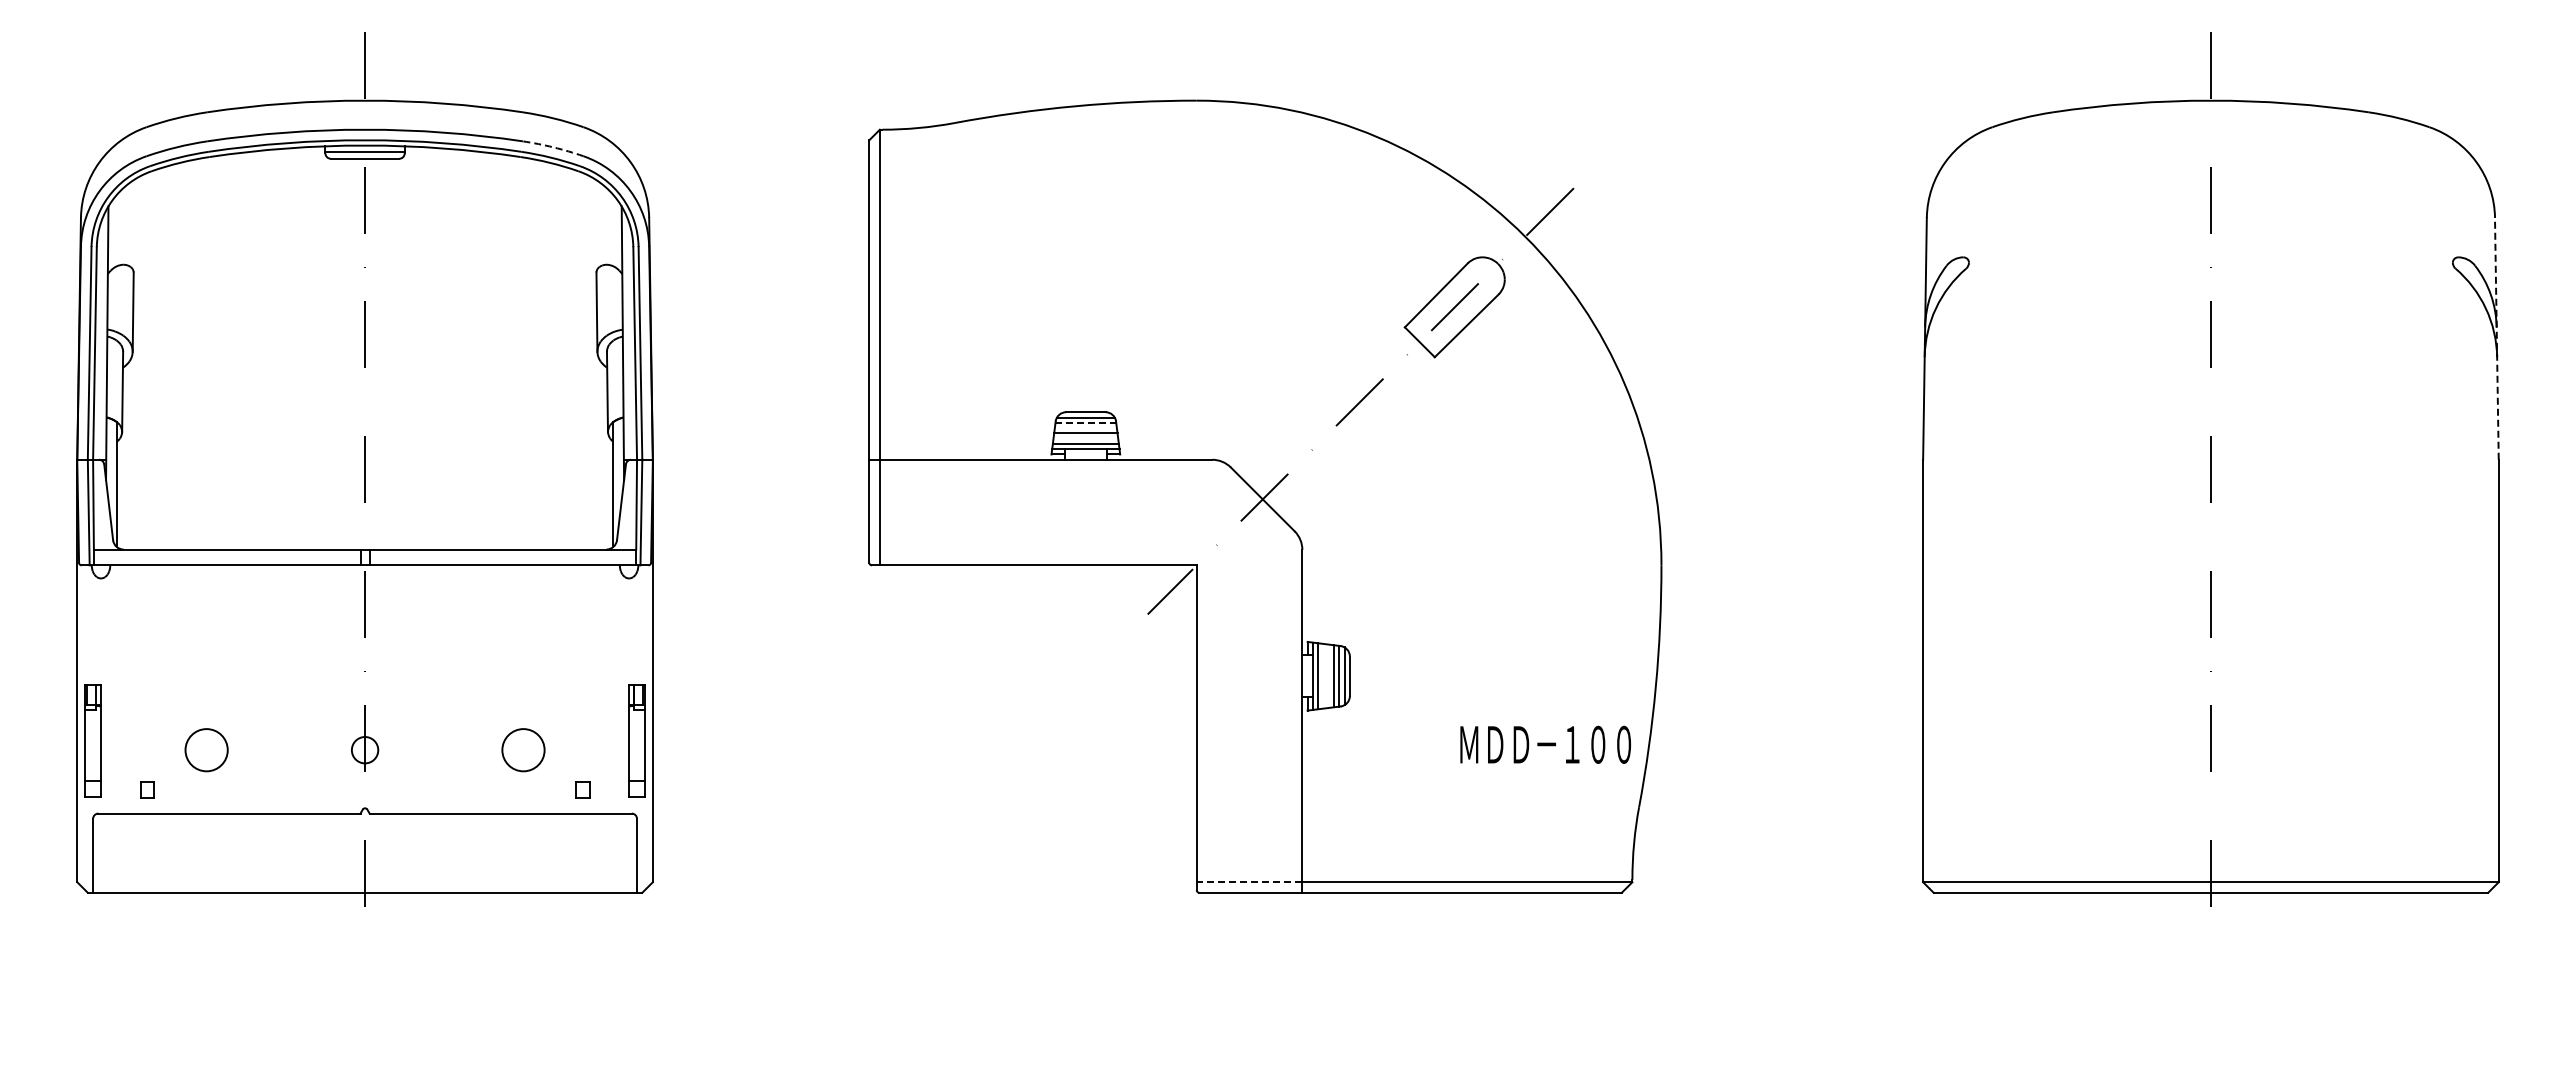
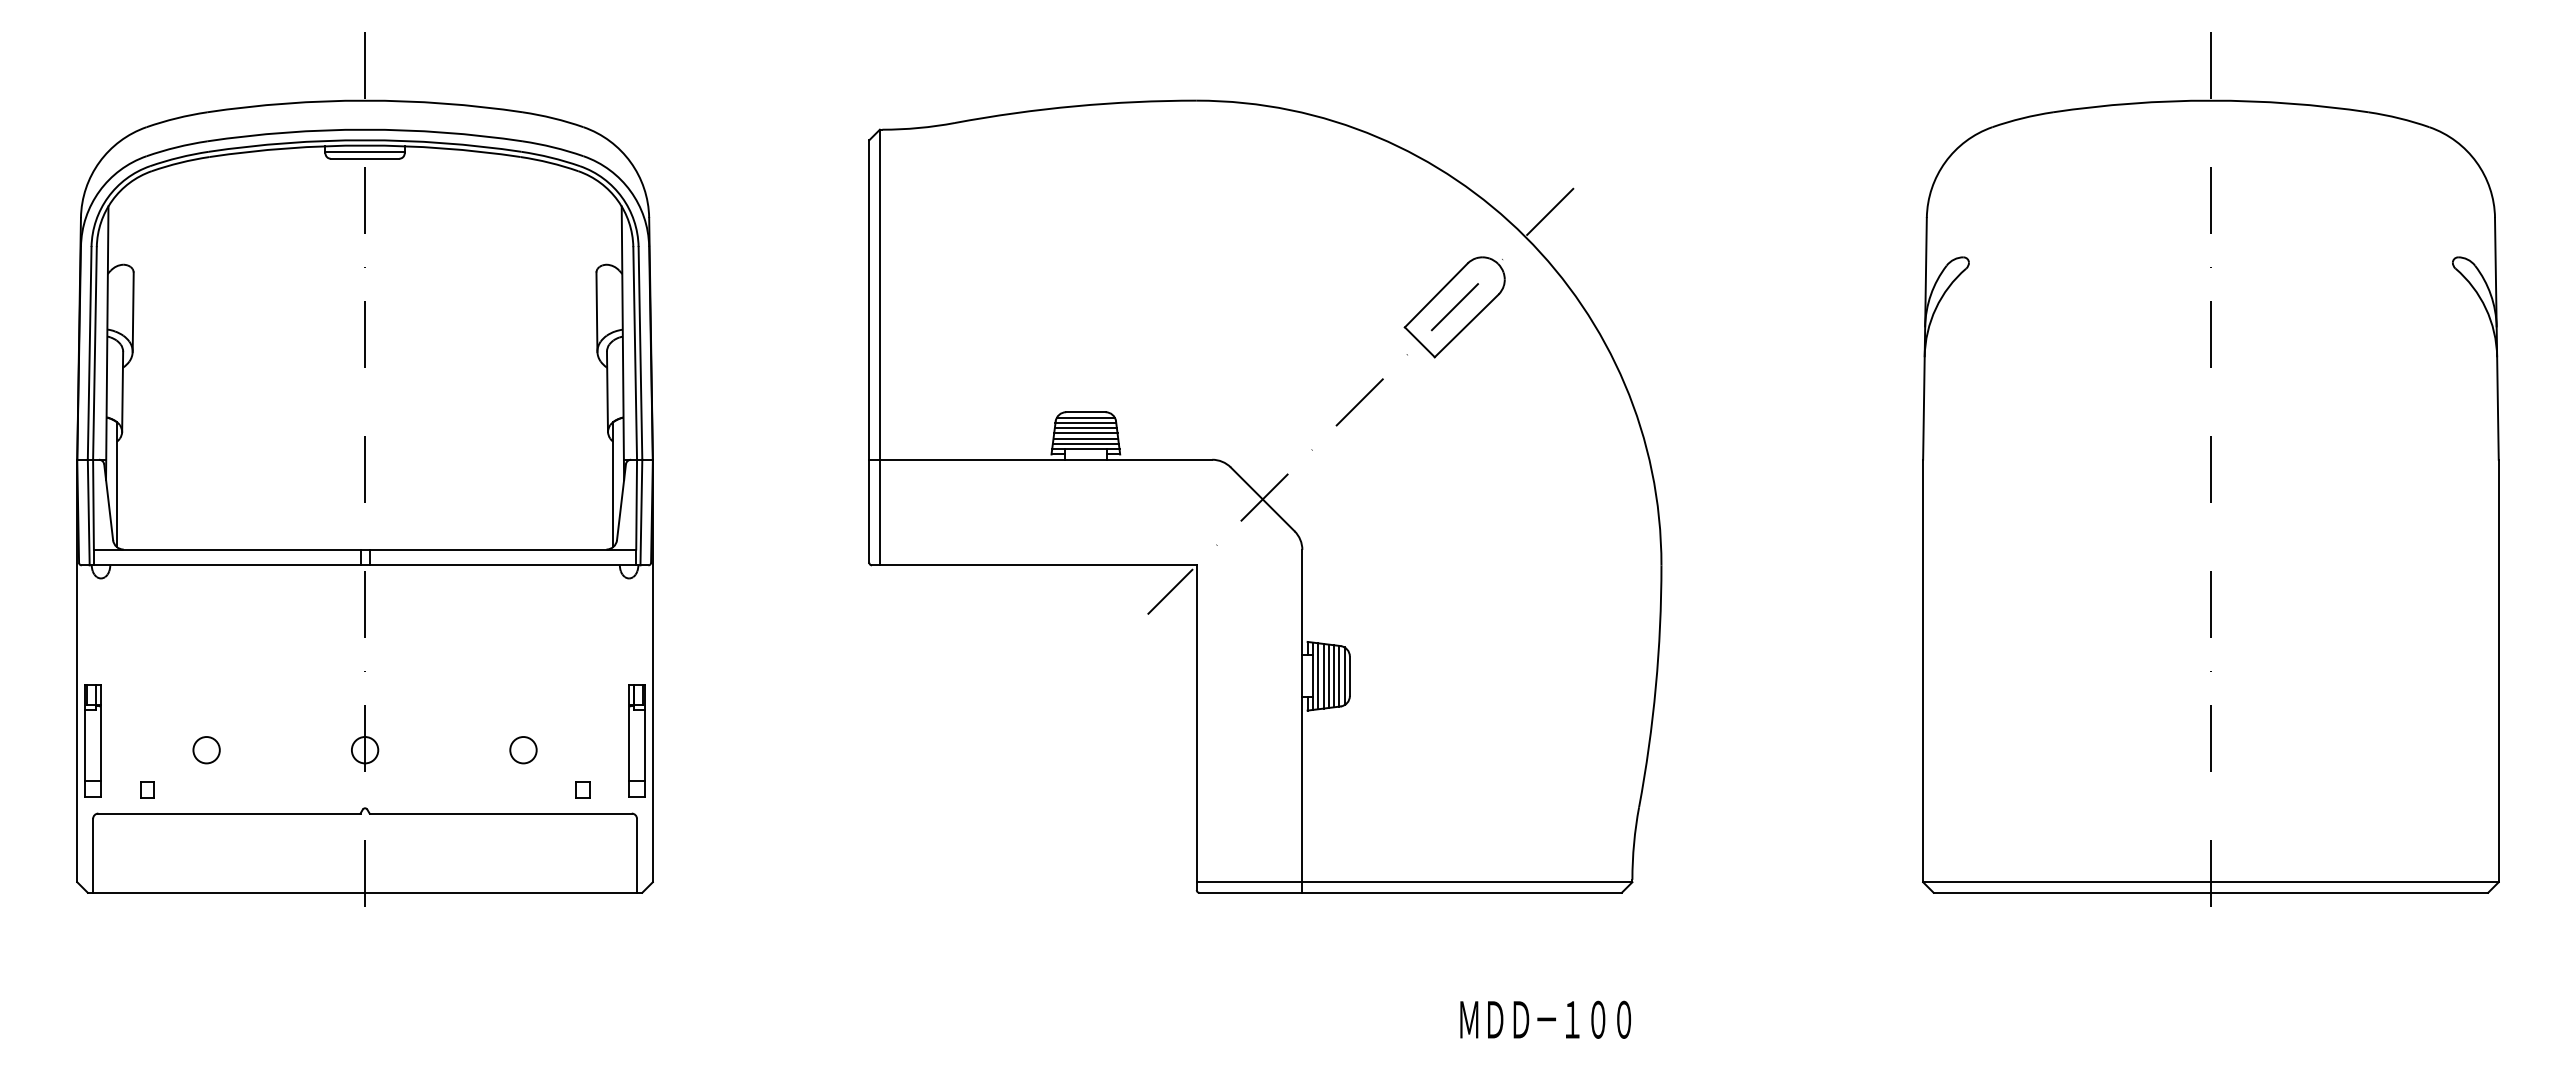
arc at (553, 147): dashed -> solid
line at (2496, 338): dashed -> solid
line at (1086, 422): dashed -> solid
line at (1085, 428): none -> present
line at (1085, 438): none -> present
line at (1323, 675): none -> present
line at (1328, 675): none -> present
text at (1545, 744) position: (1545, 744) -> (1545, 1019)
circle at (206, 750) diameter: 42 px -> 26 px
circle at (523, 750) diameter: 42 px -> 26 px
line at (1249, 882): dashed -> solid
